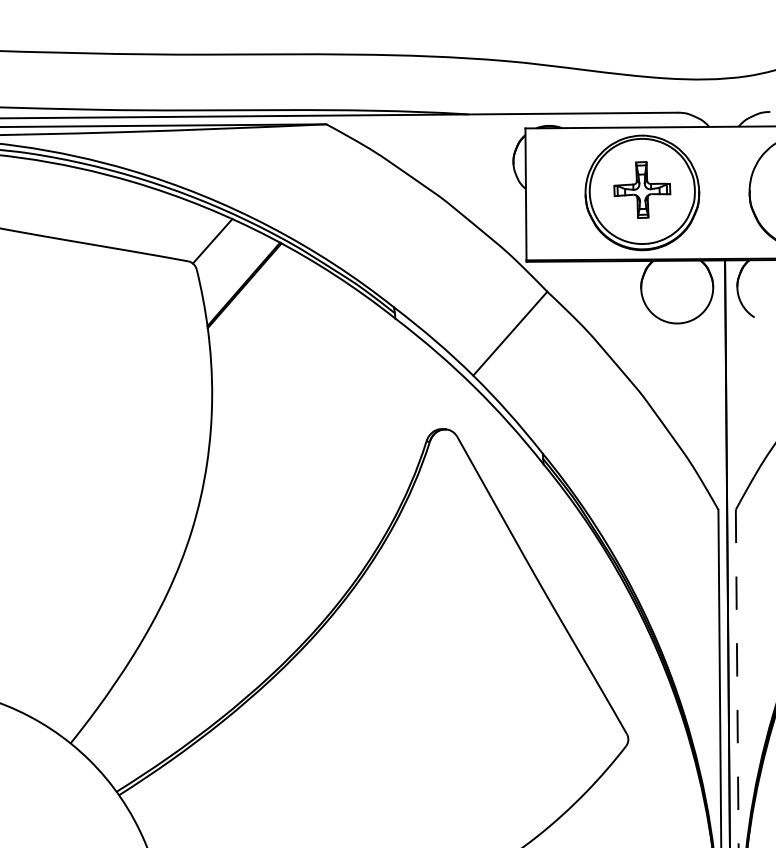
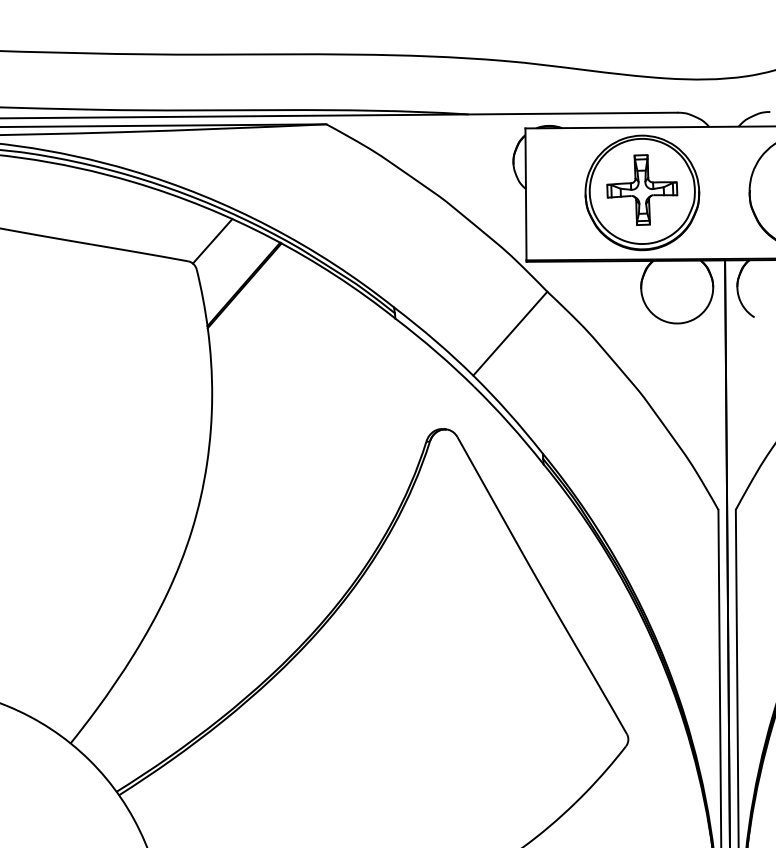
part at (642, 189) size: 59x58 px -> 73x72 px
line at (737, 678): dashed -> solid
